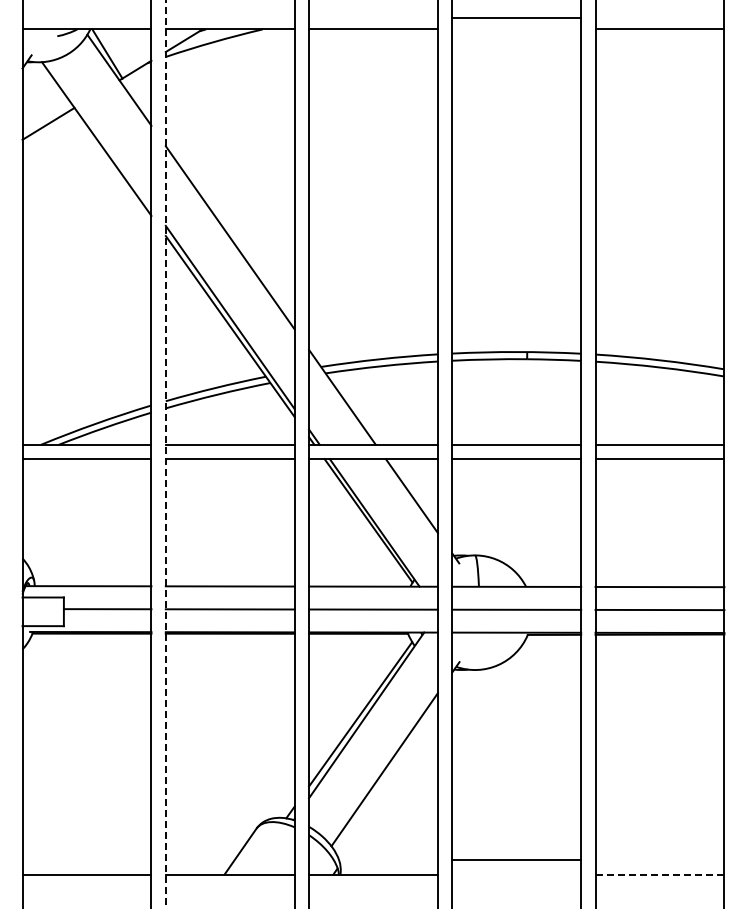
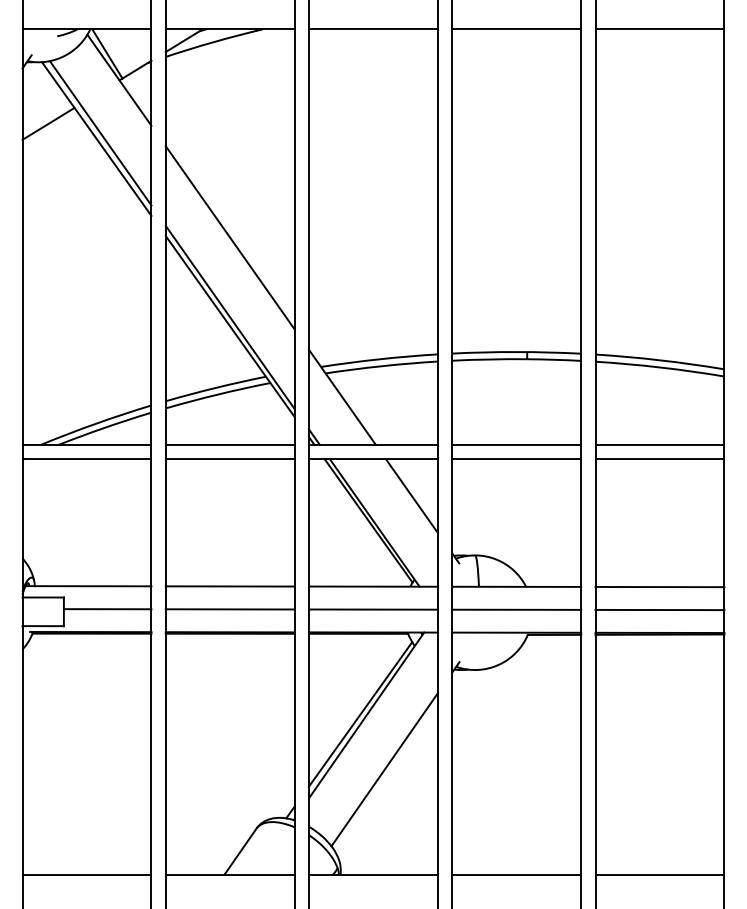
line at (516, 18) position: (516, 18) -> (516, 29)
line at (100, 133): none -> present
line at (165, 454): dashed -> solid
line at (516, 859) position: (516, 859) -> (516, 874)
line at (659, 874): dashed -> solid
